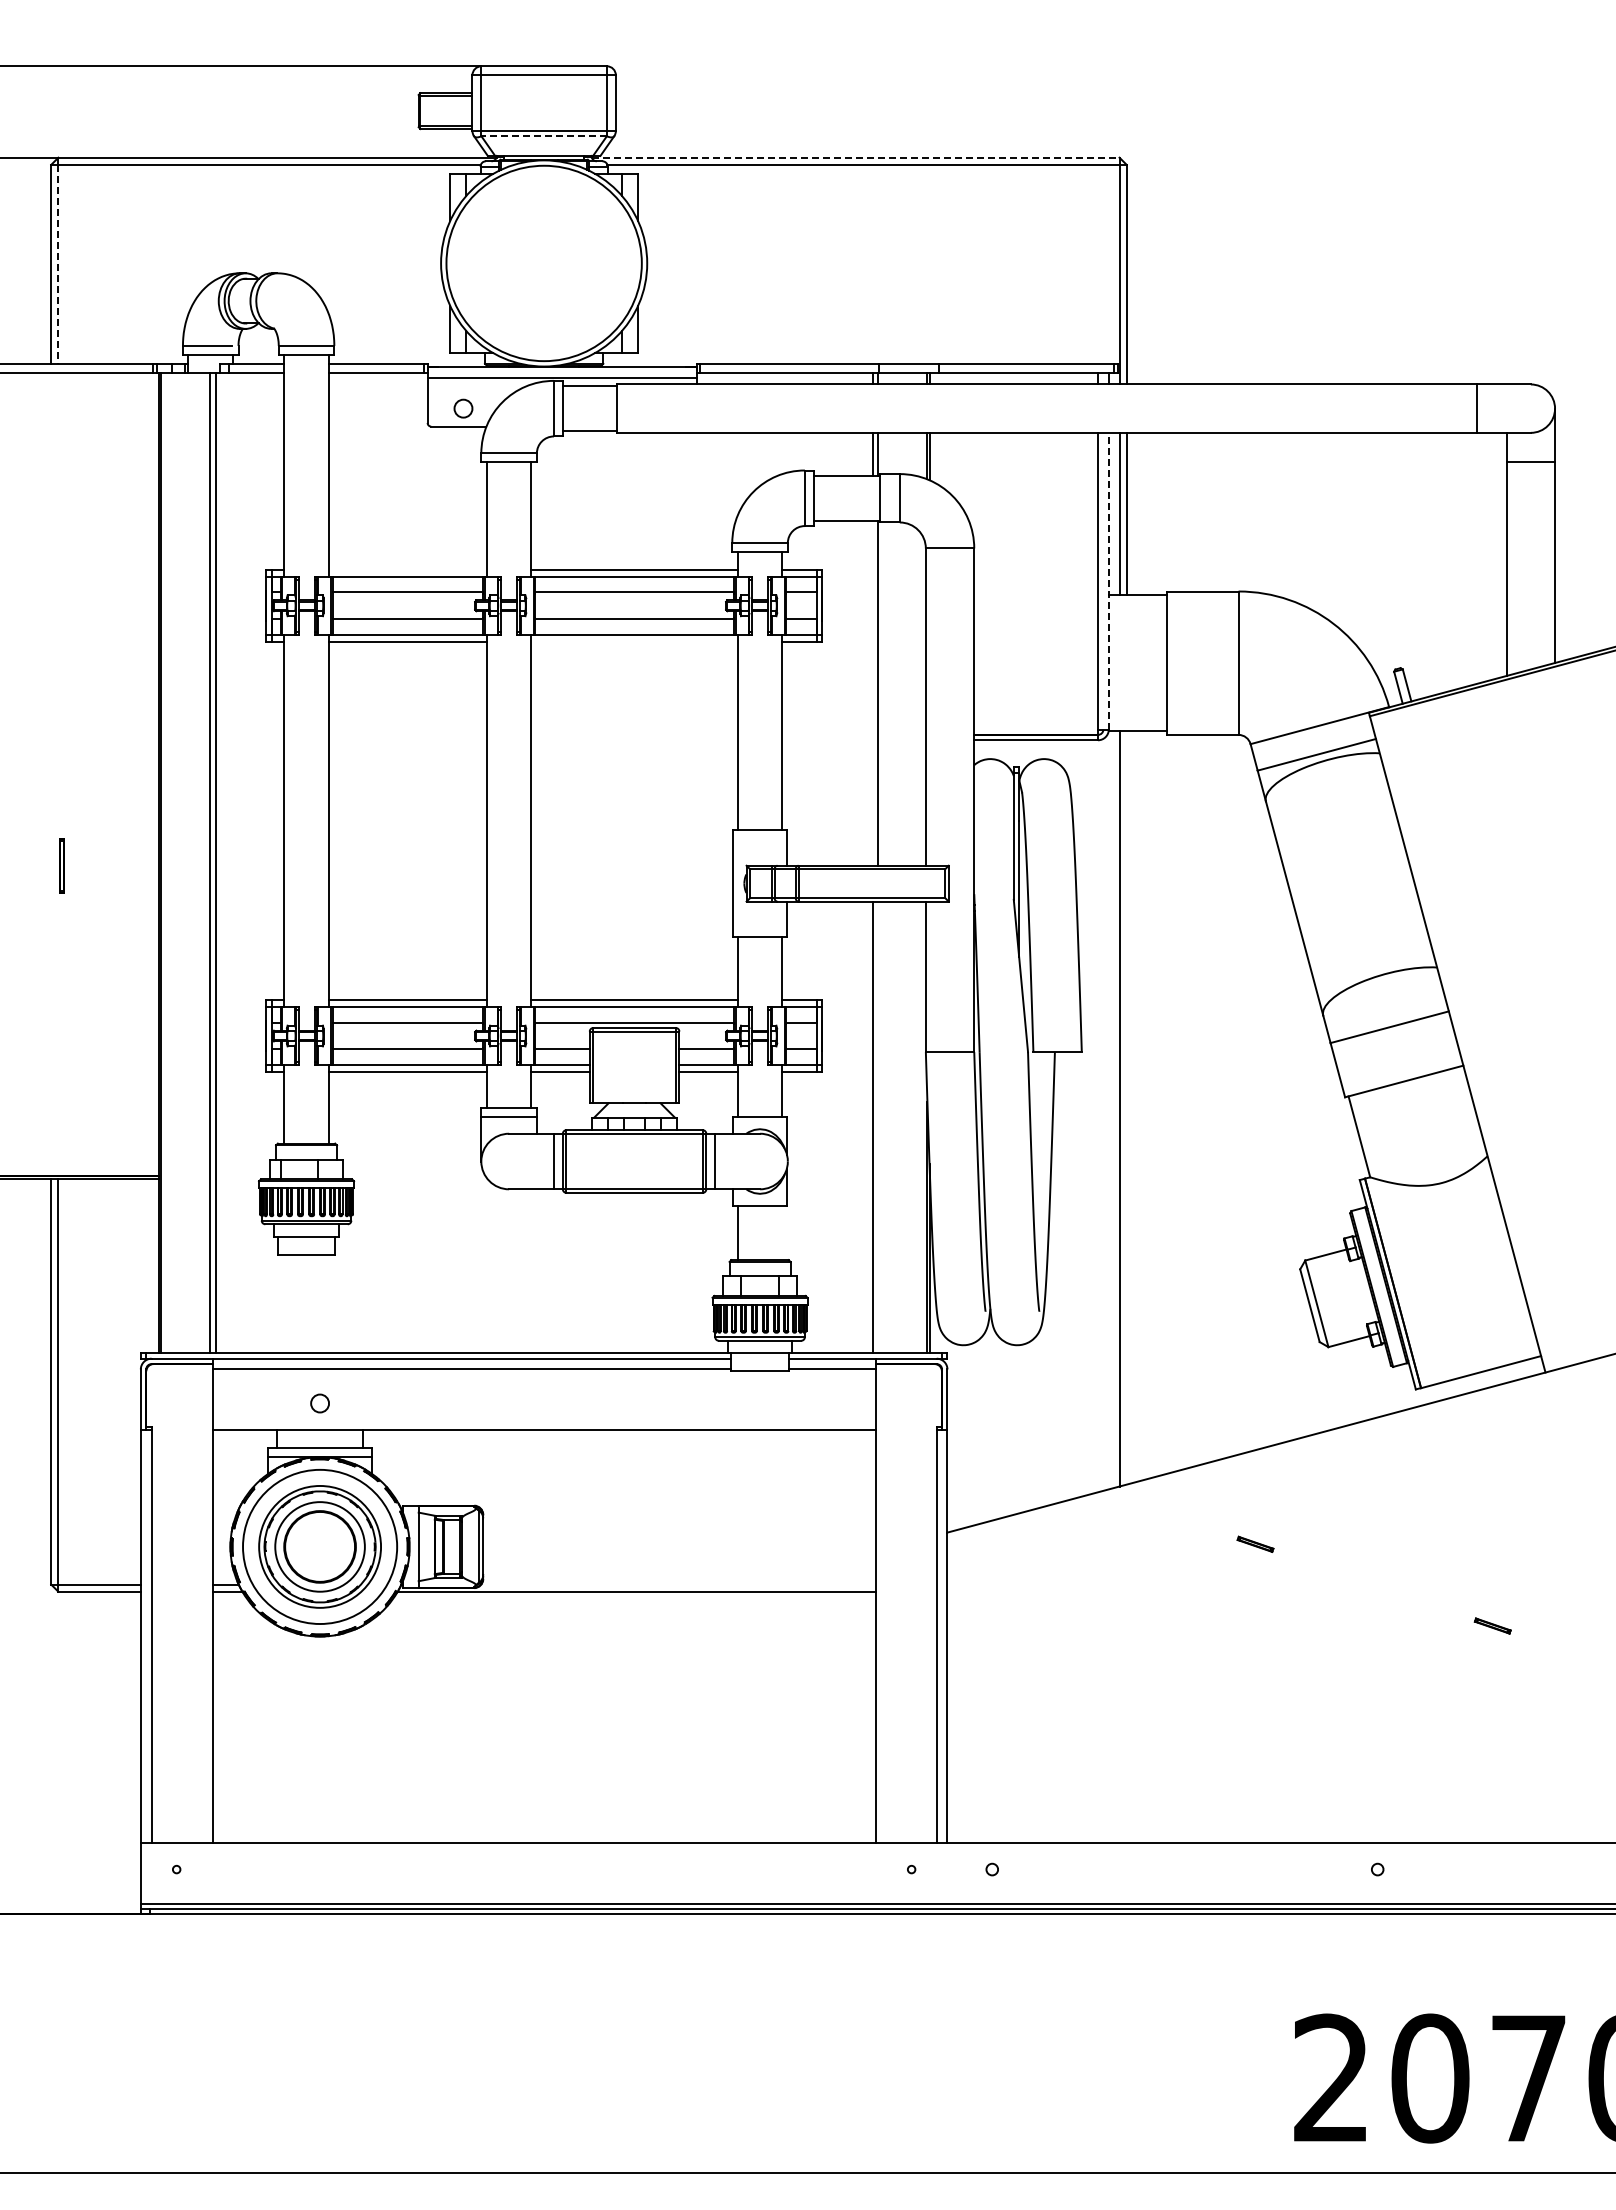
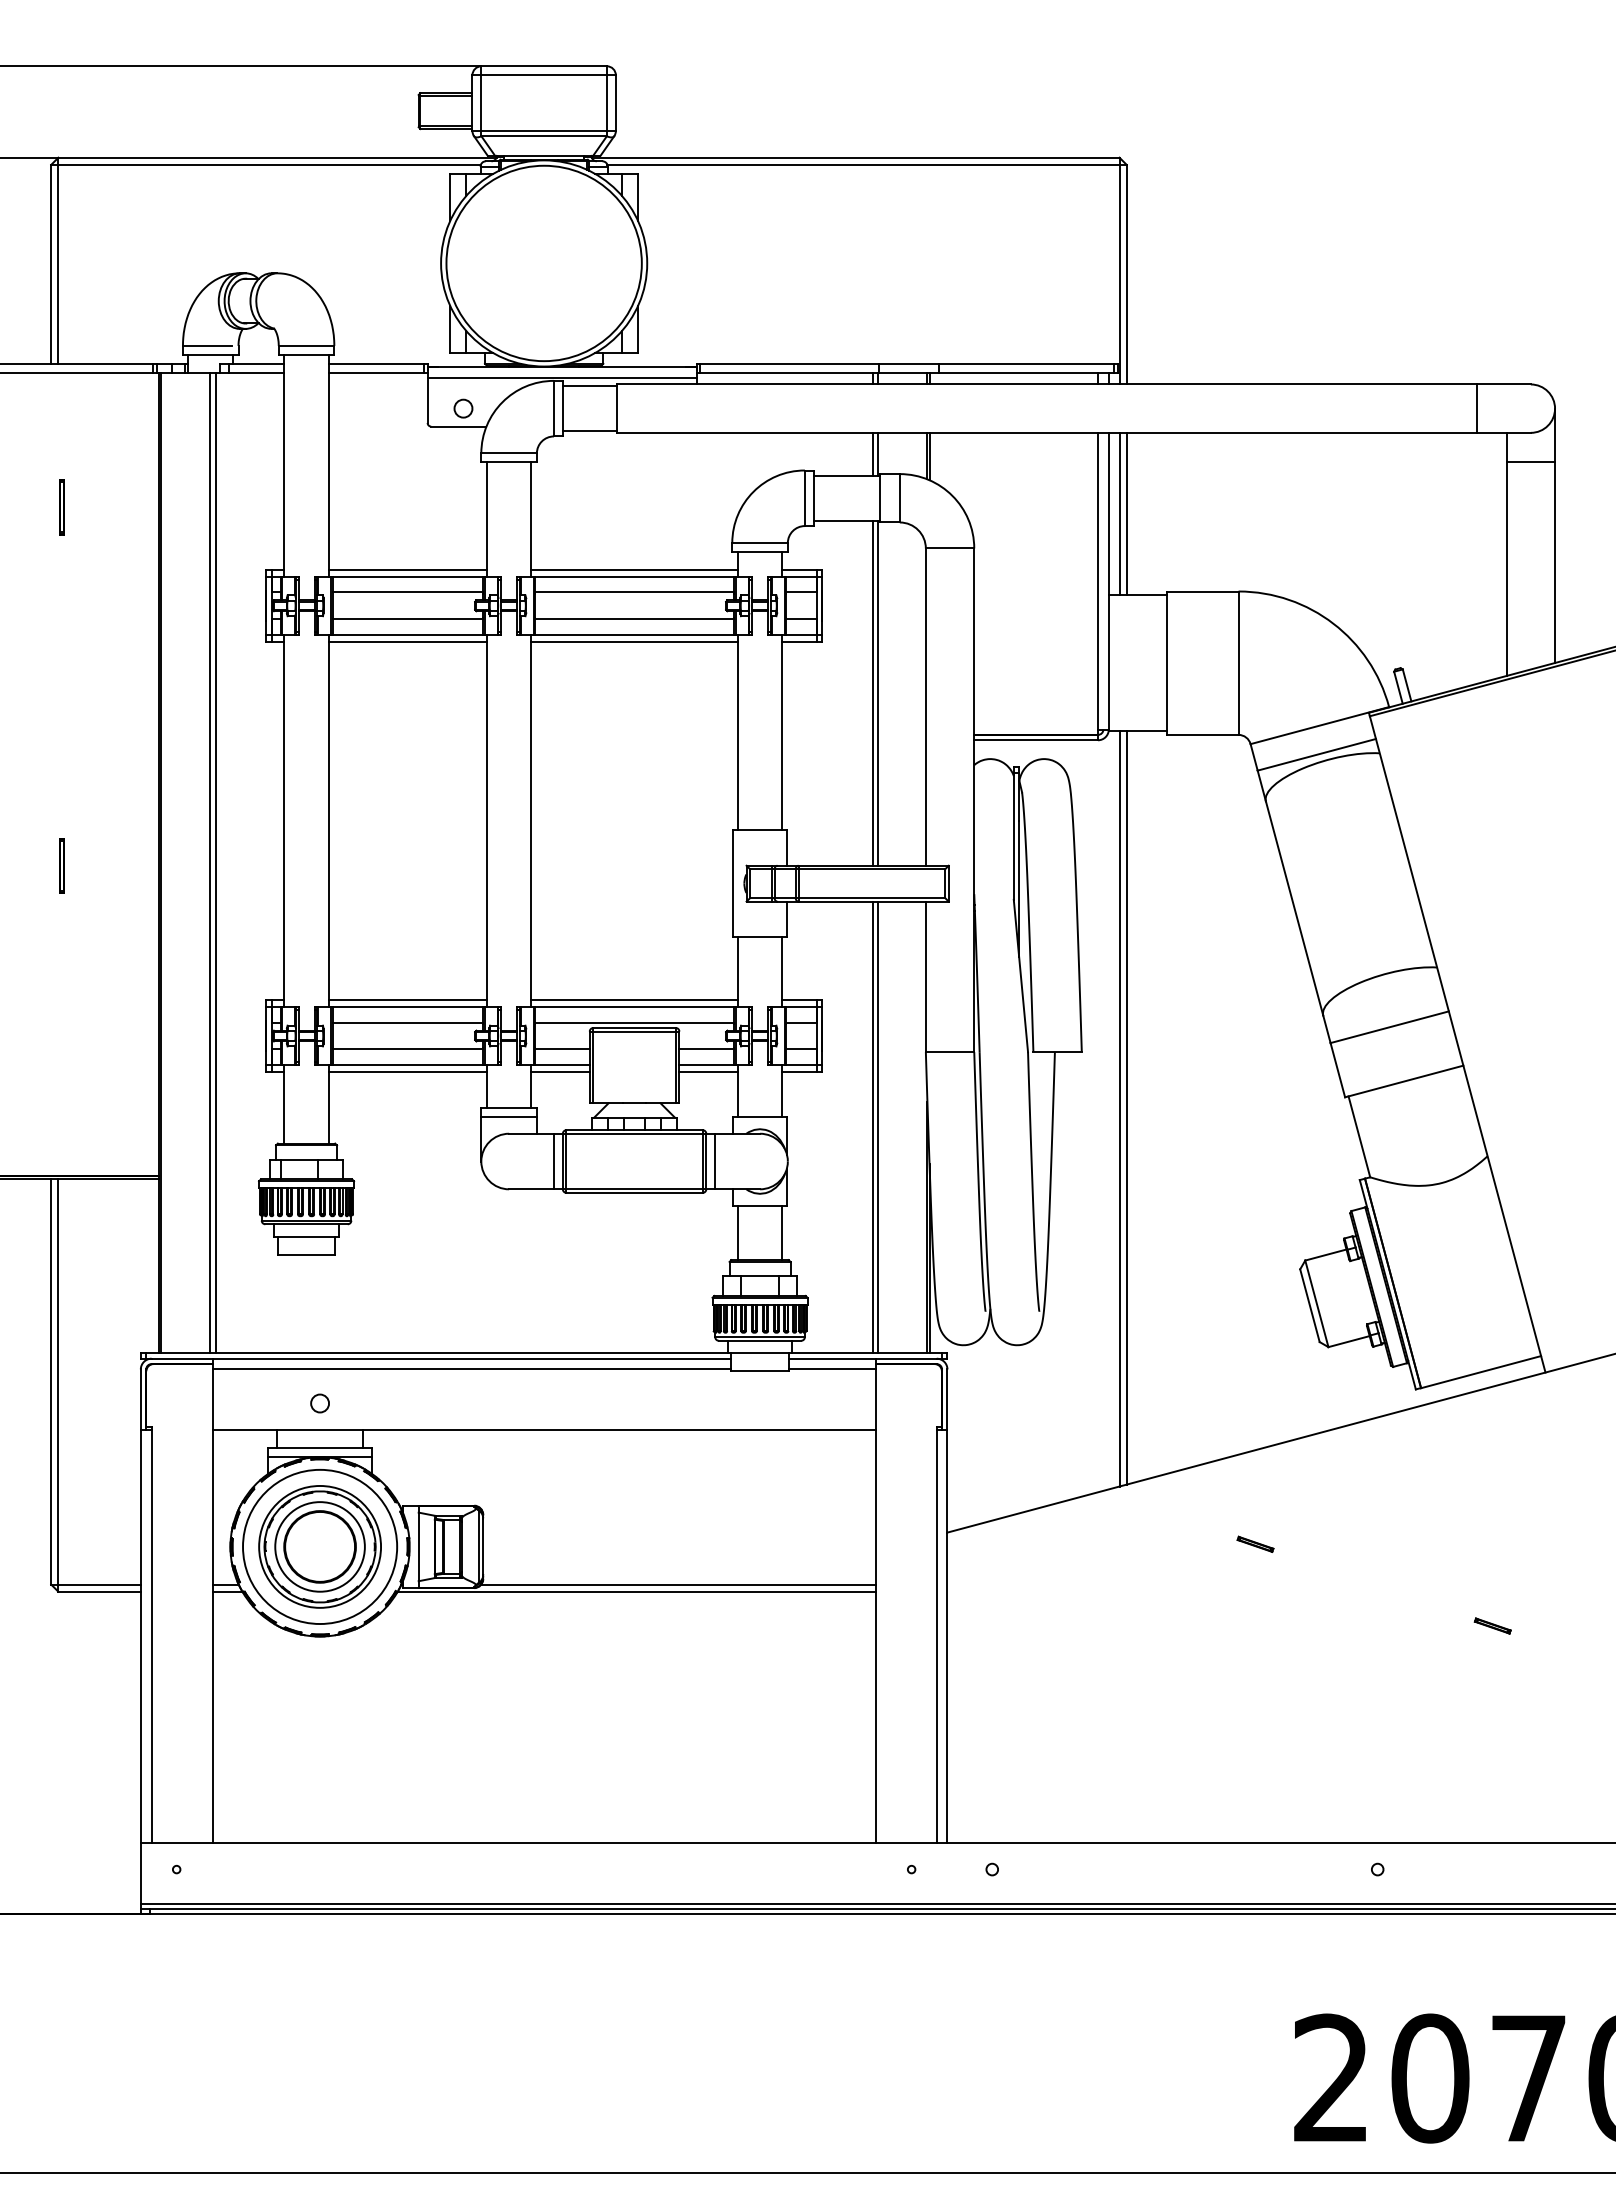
line at (544, 136): dashed -> solid
line at (855, 157): dashed -> solid
line at (58, 264): dashed -> solid
part at (61, 507): none -> present
line at (407, 570): none -> present
line at (1108, 580): dashed -> solid
line at (634, 641): none -> present
line at (872, 692): none -> present
line at (1126, 1107): none -> present
line at (877, 1127): none -> present
line at (782, 1233): none -> present
line at (678, 1584): none -> present
